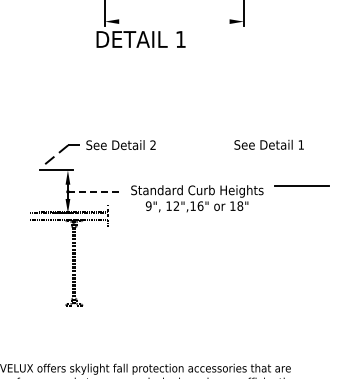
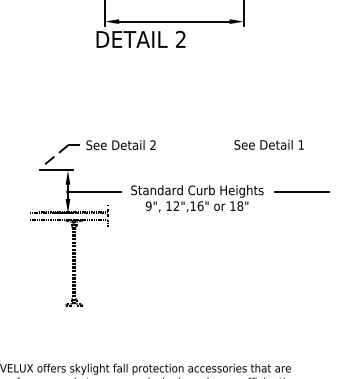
line at (174, 21): none -> present
text at (180, 38): 1 -> 2
line at (301, 185) position: (301, 185) -> (301, 191)
line at (94, 191): dashed -> solid
